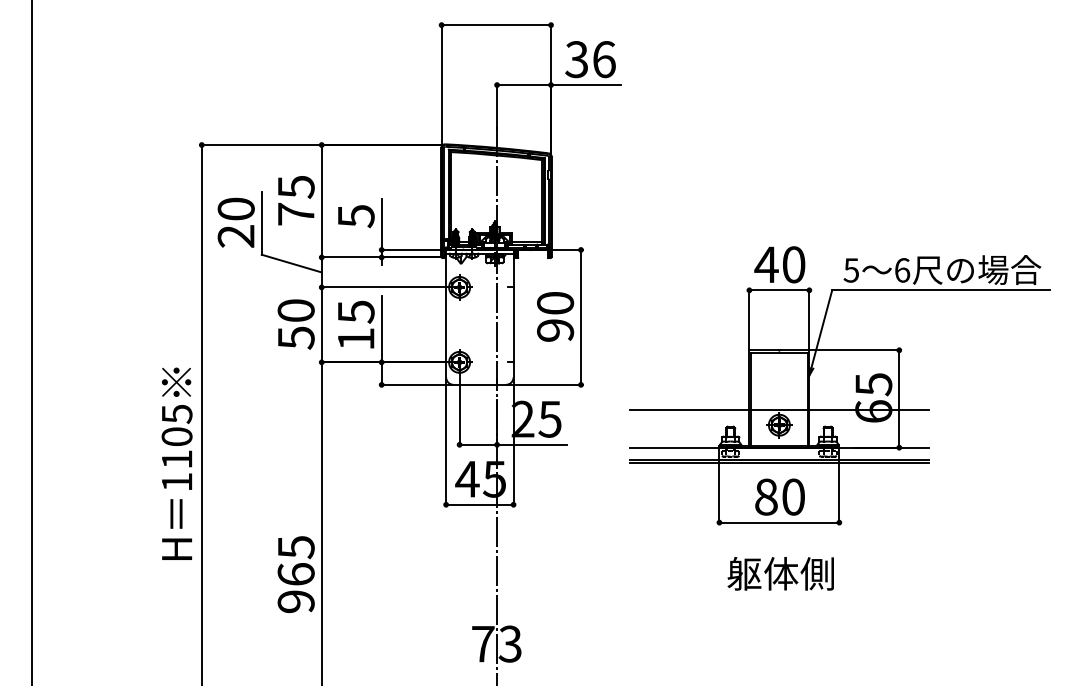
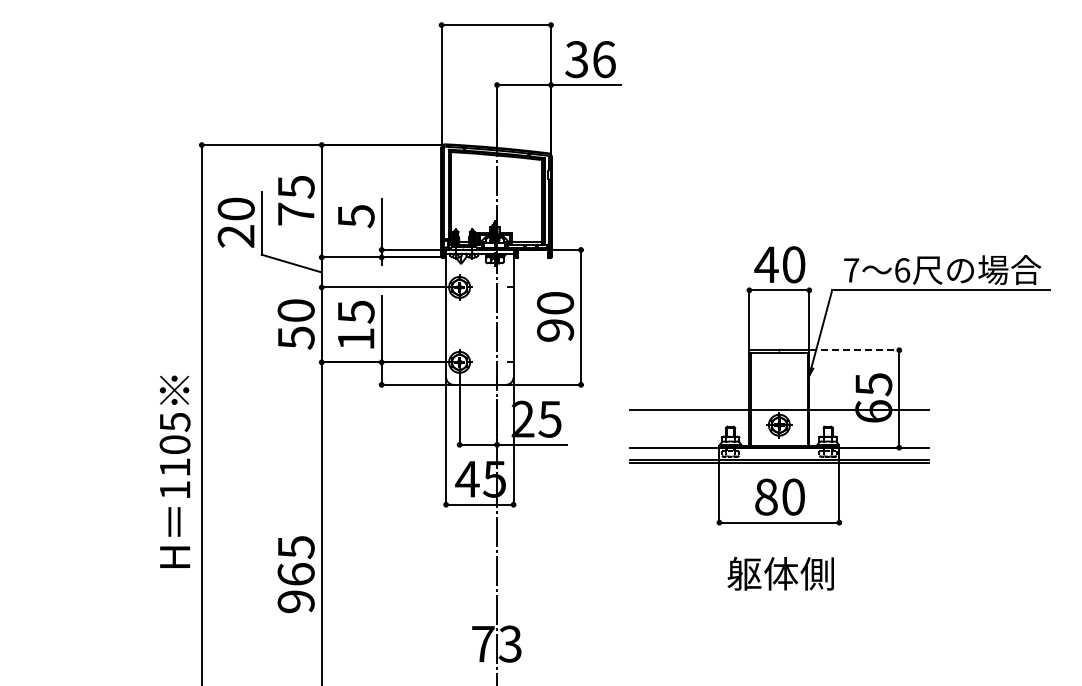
text at (851, 270): 5 -> 7
line at (32, 342): present -> none
line at (856, 350): solid -> dashed
text at (176, 463) position: (176, 463) -> (174, 471)
